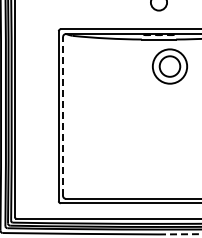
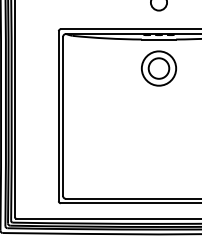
part at (170, 66) position: (170, 66) -> (159, 68)
line at (63, 115): dashed -> solid
arc at (180, 234): dashed -> solid
